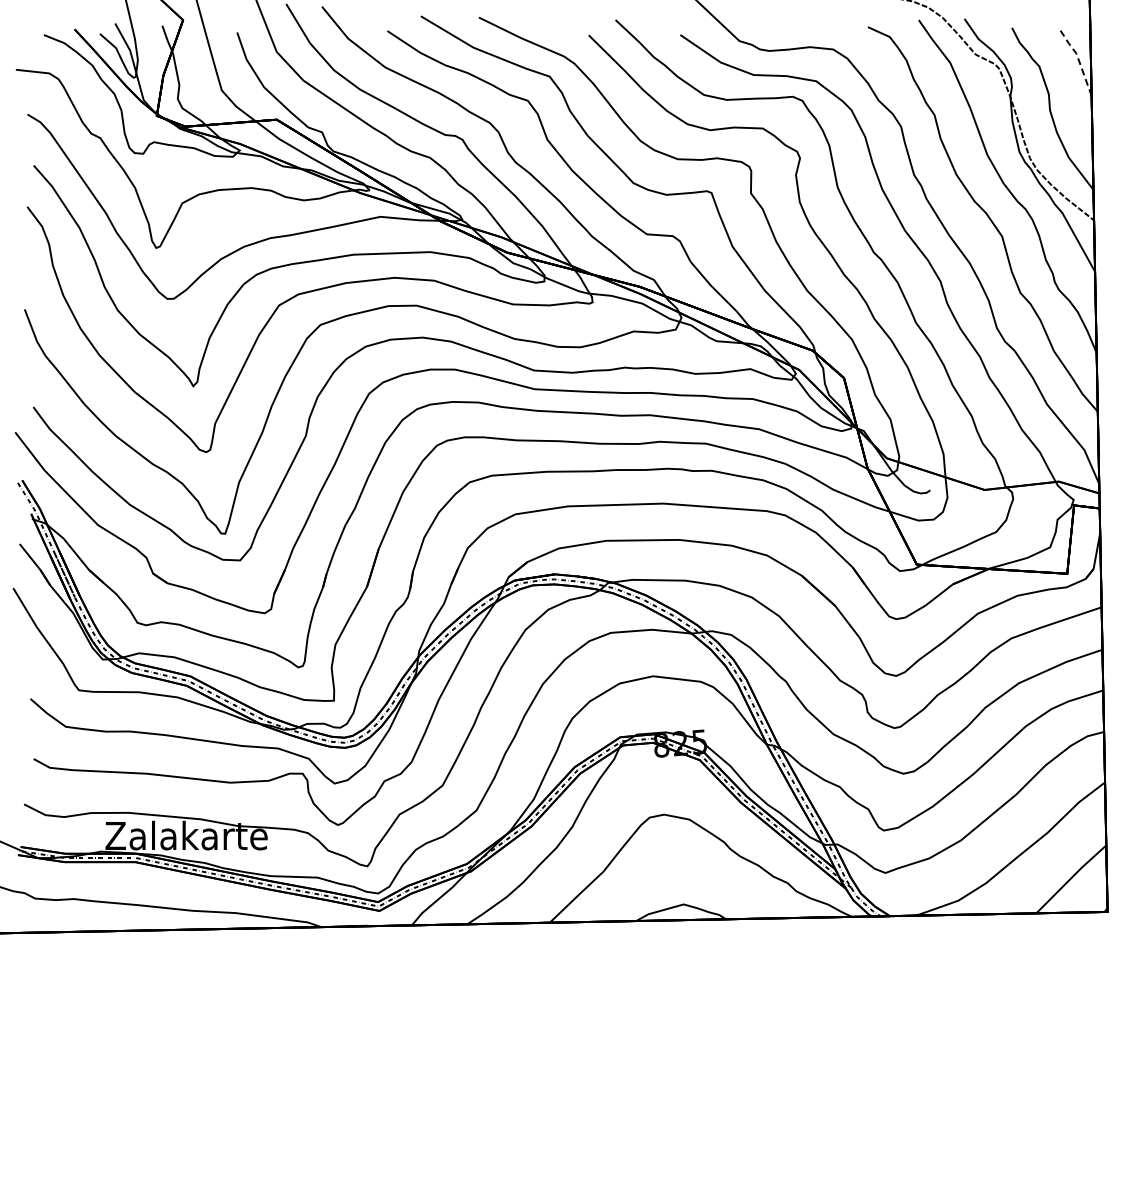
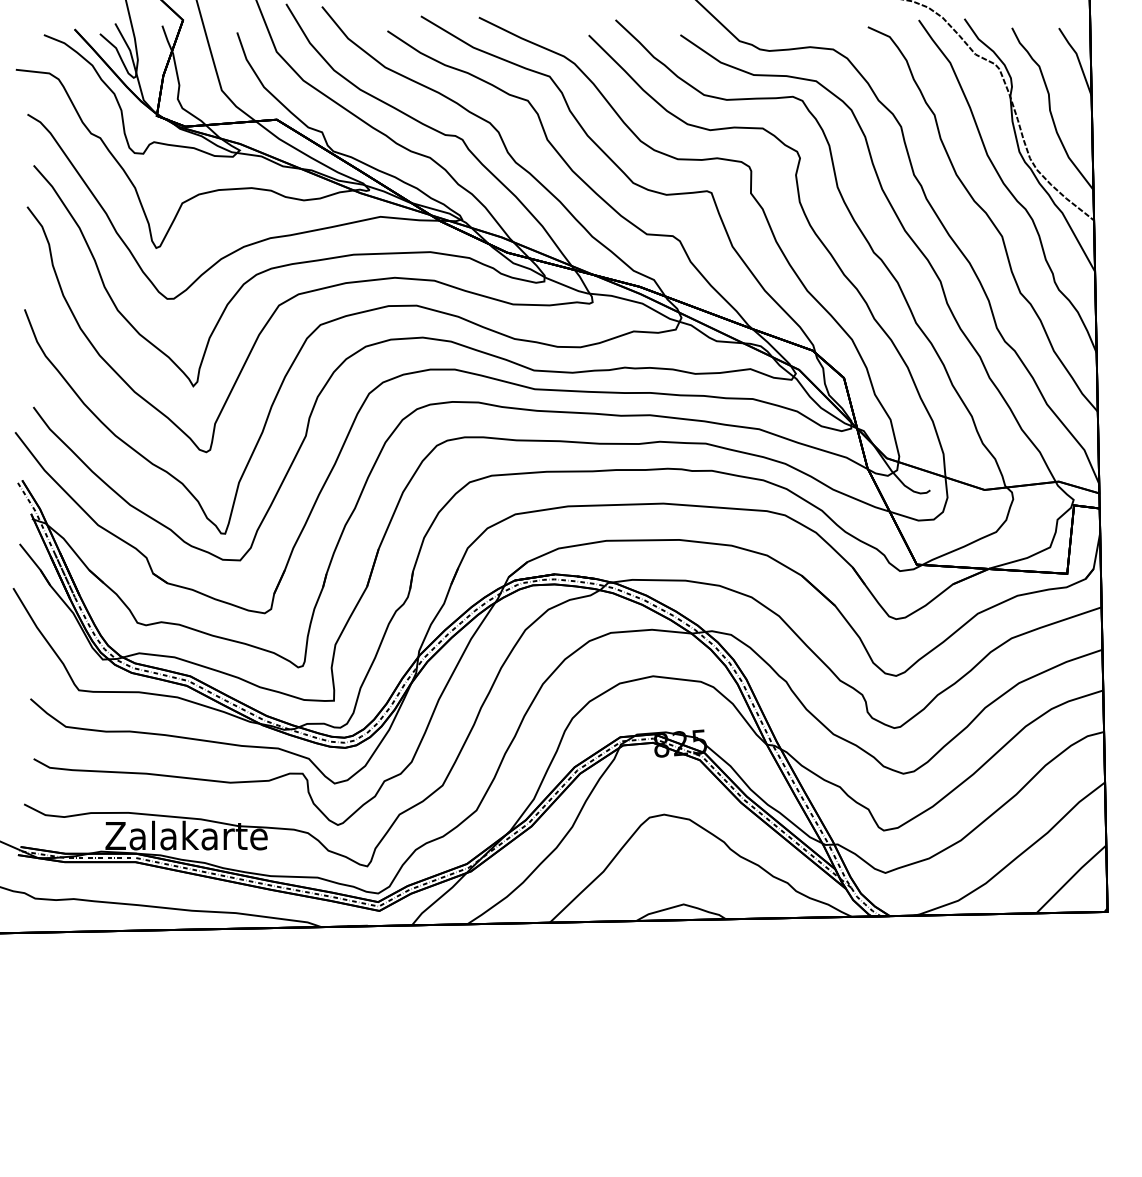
line at (1078, 59): dashed -> solid
